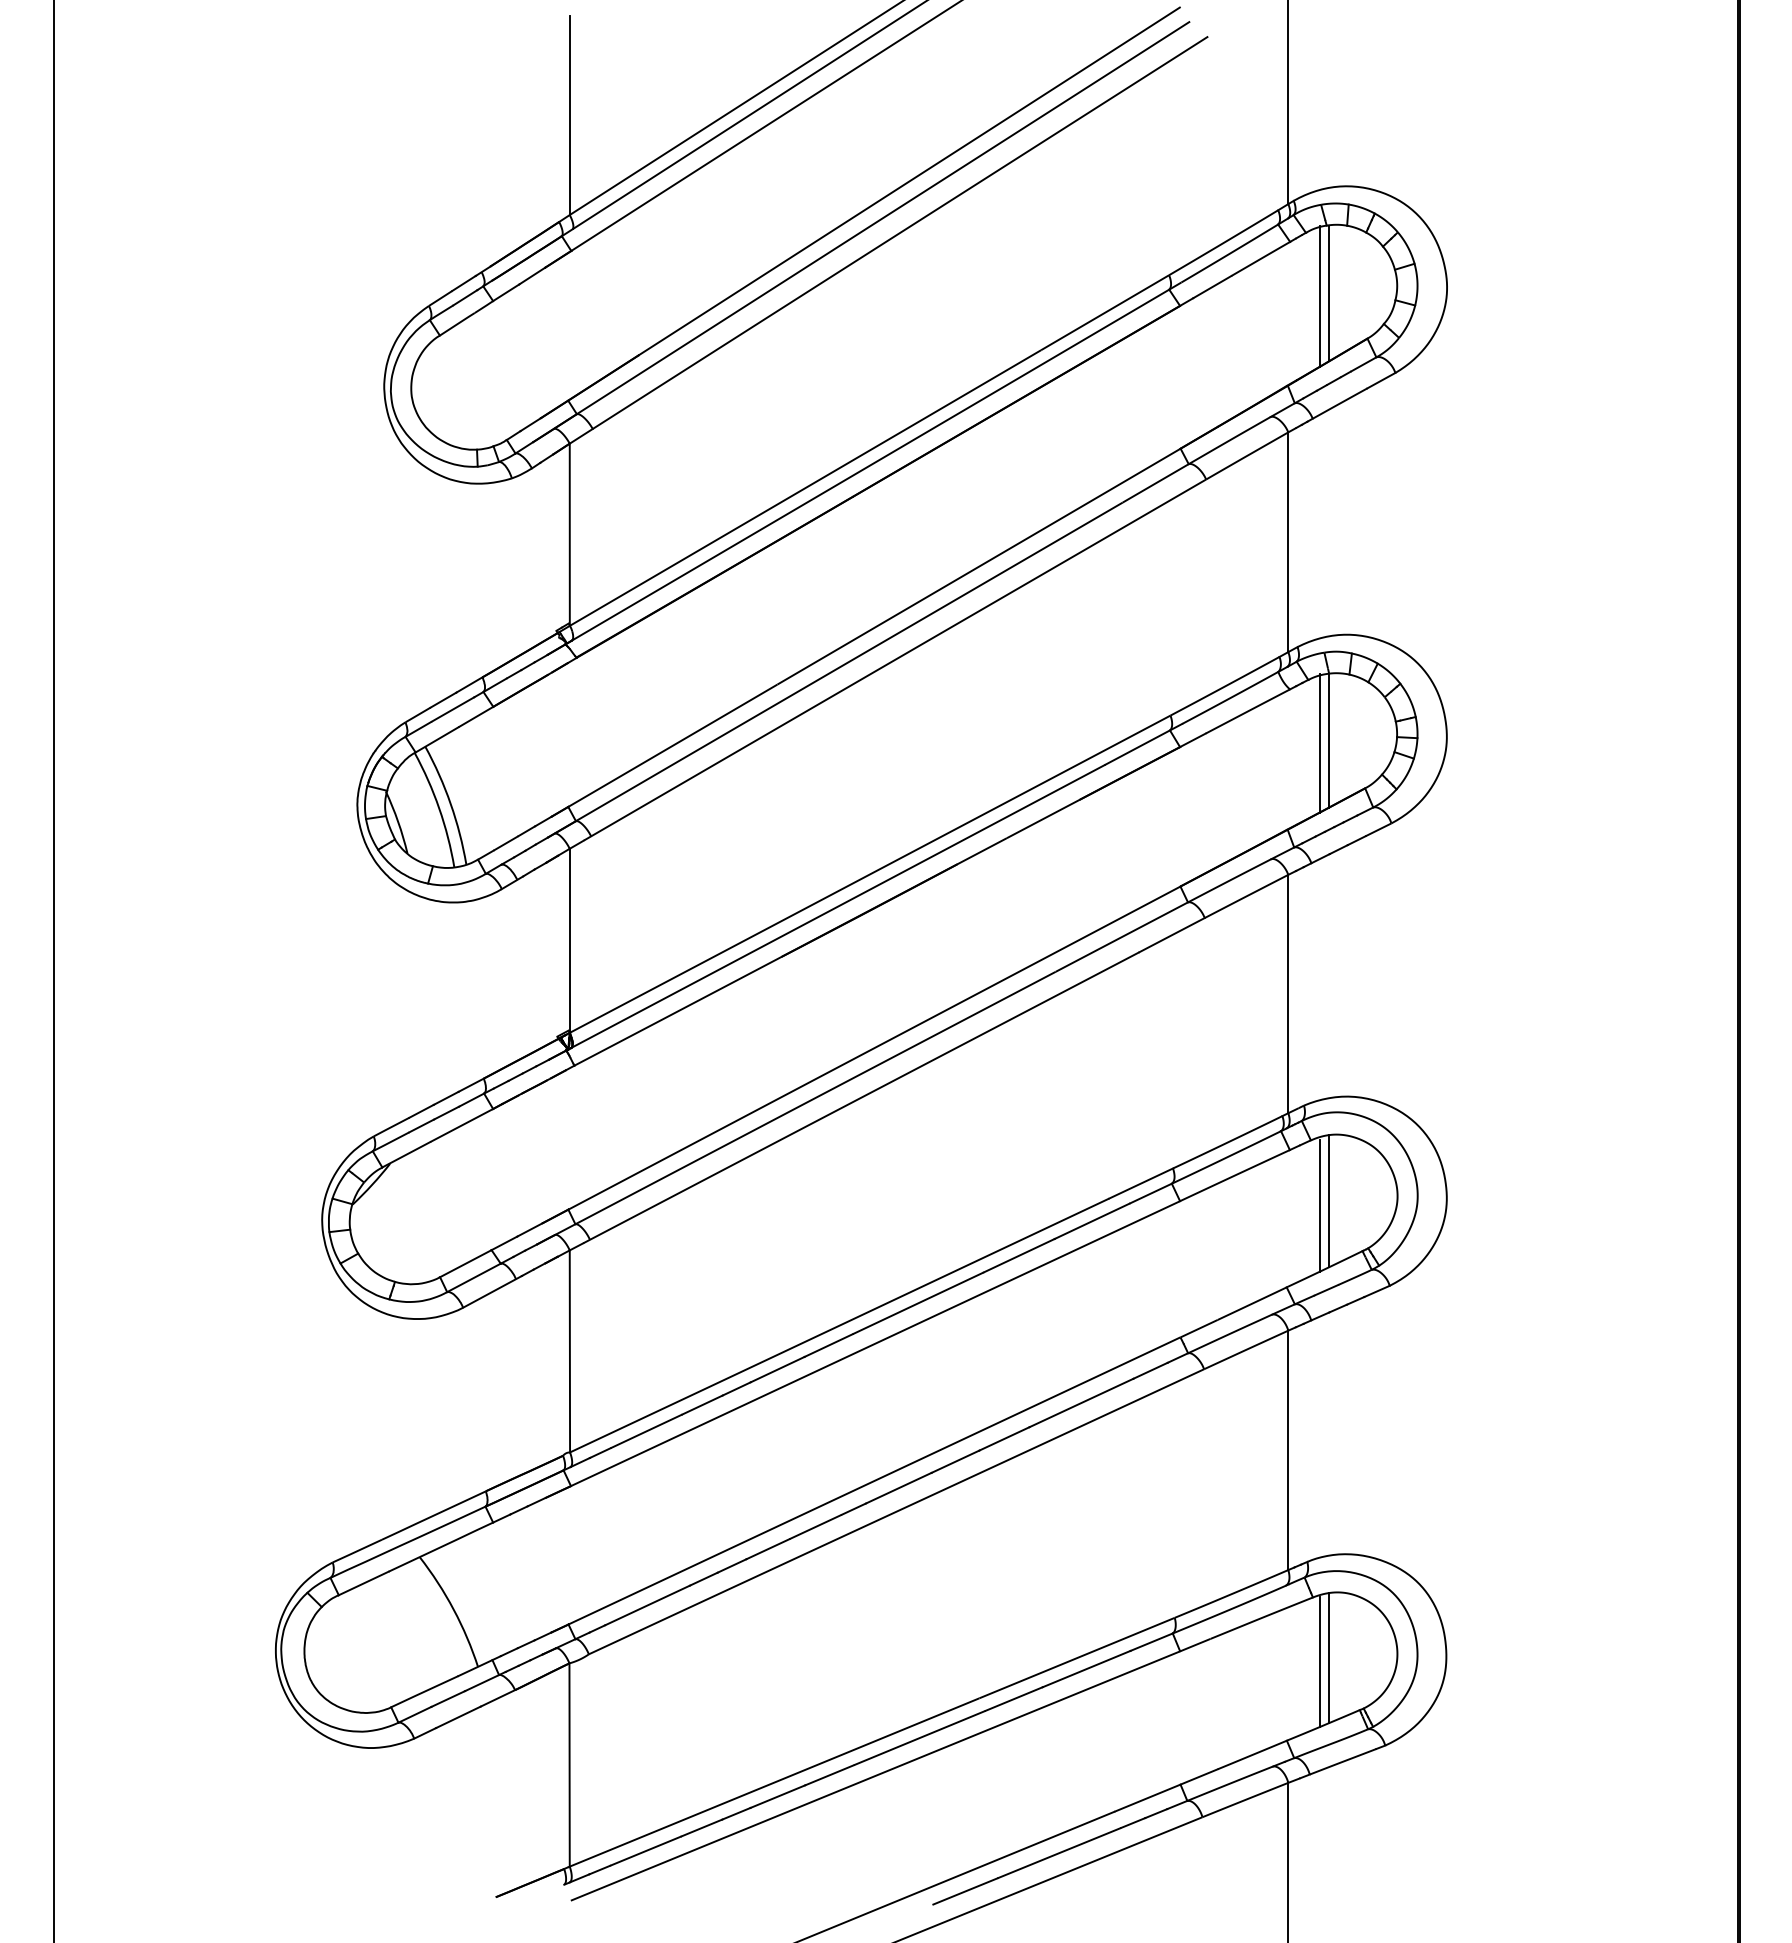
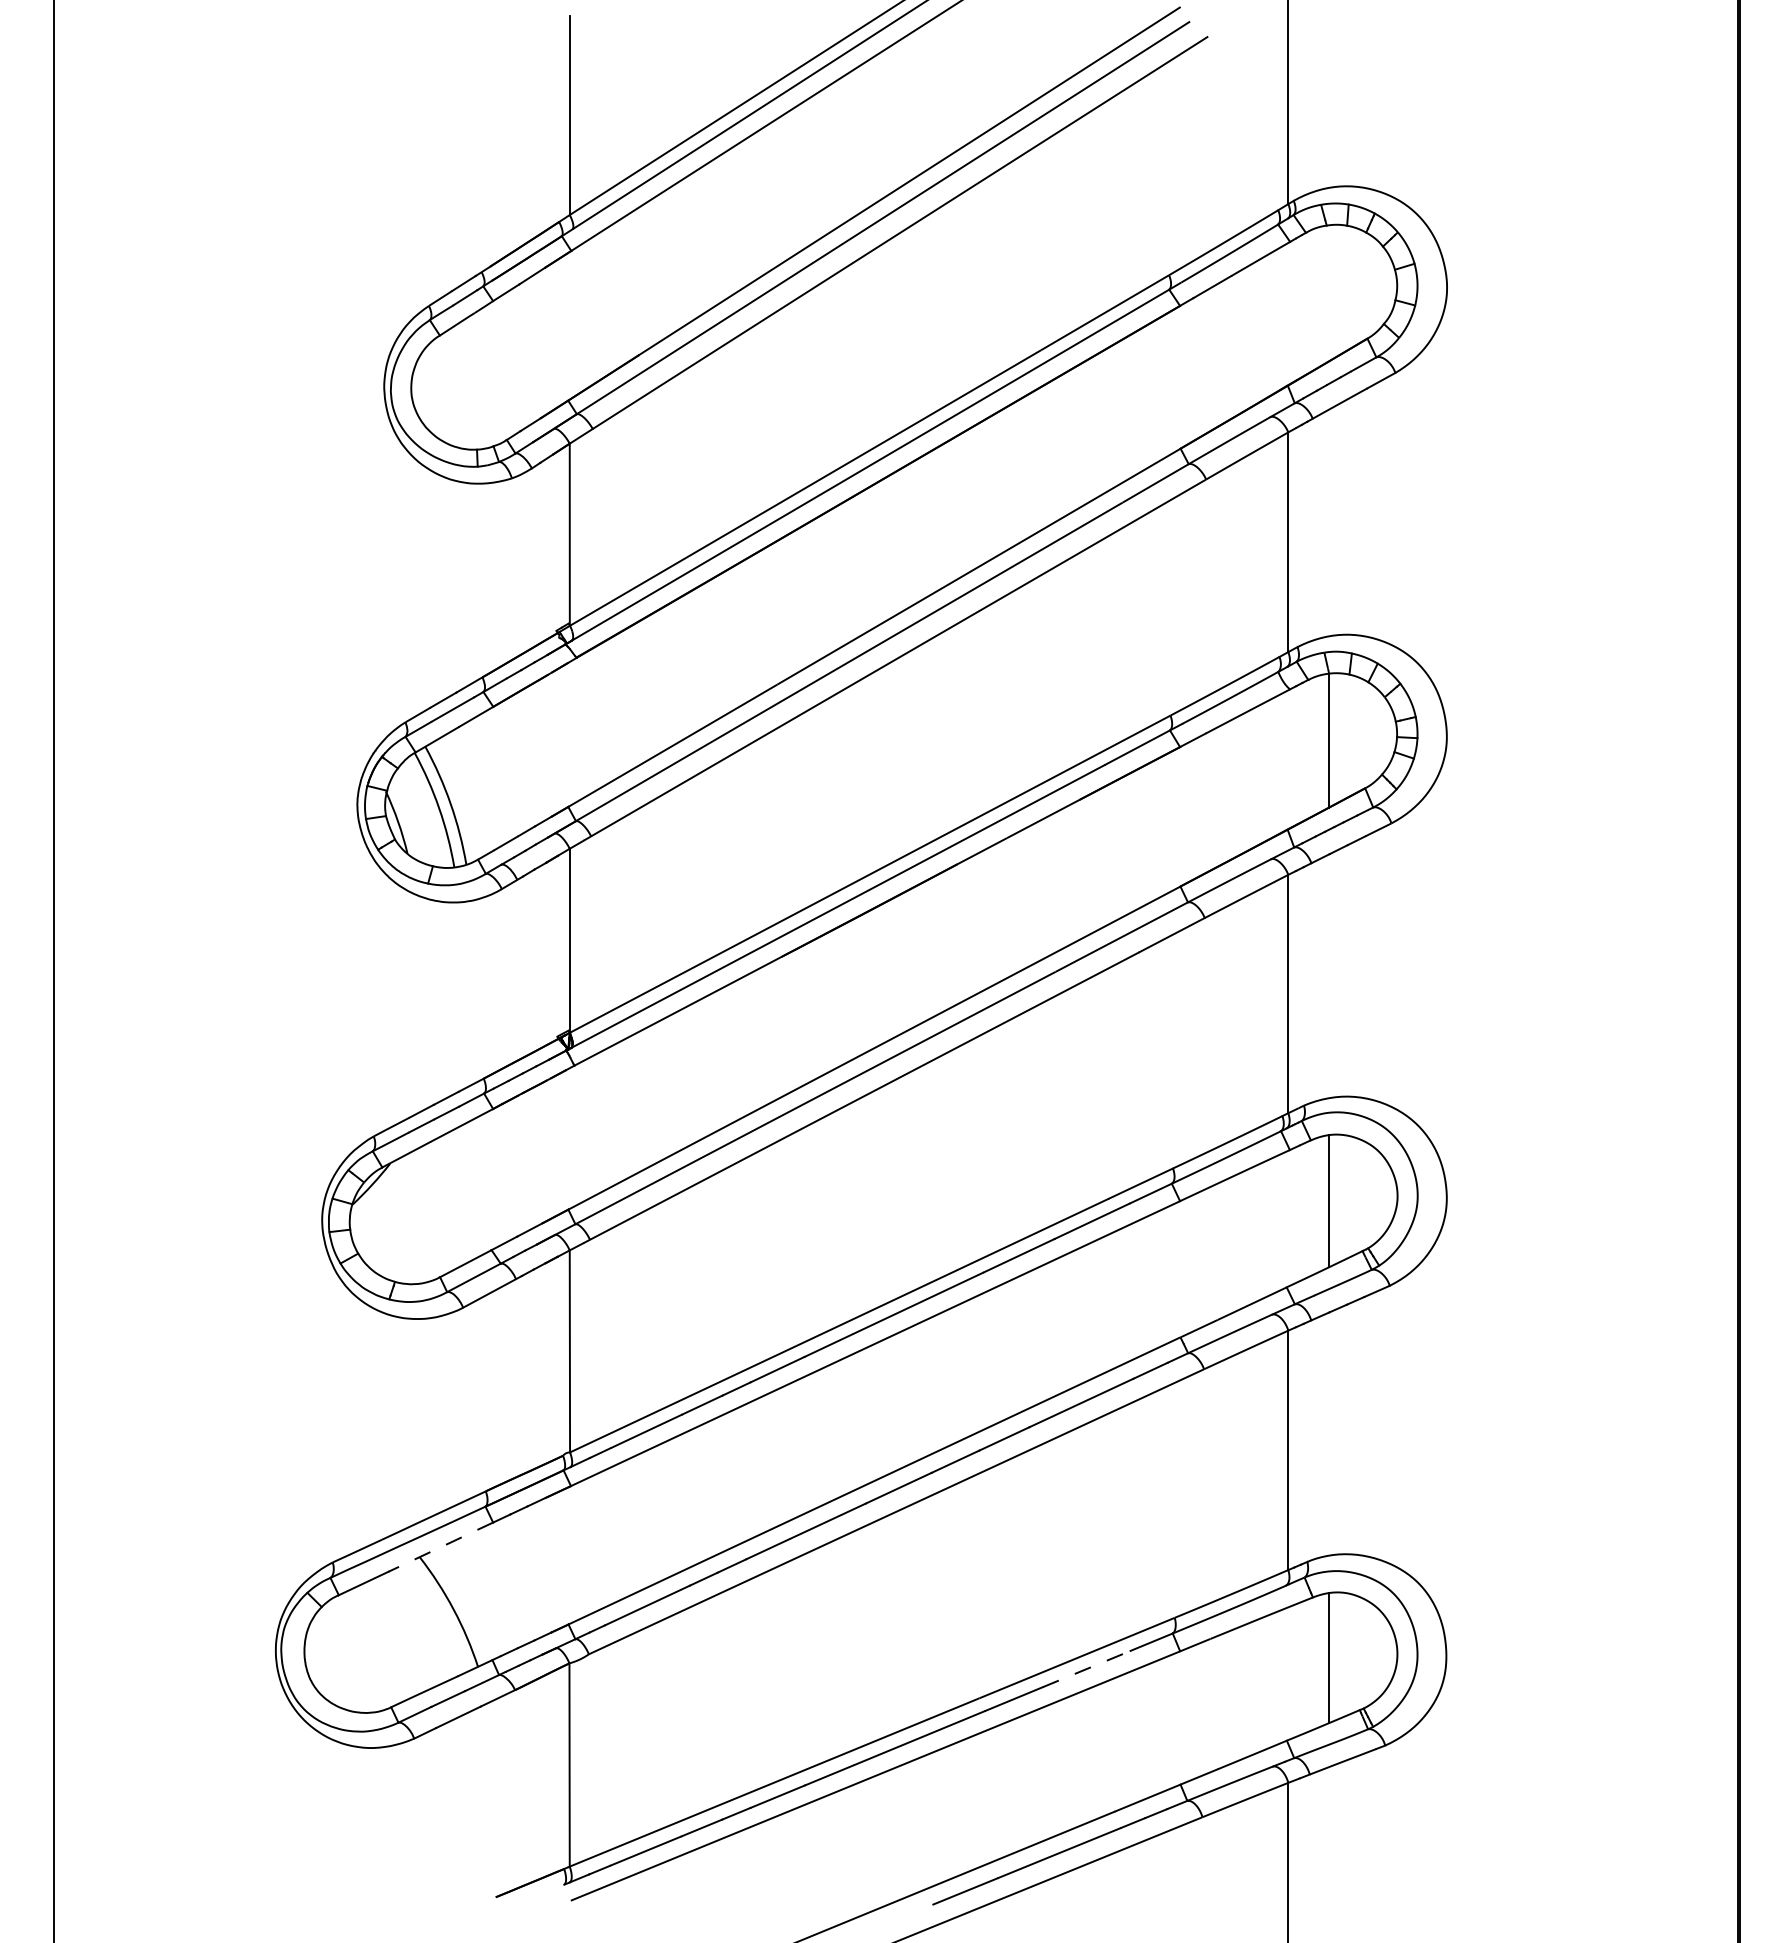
line at (1329, 293): present -> none
line at (1319, 295): present -> none
line at (1319, 742): present -> none
line at (1319, 1205): present -> none
line at (441, 1546): solid -> dashed
line at (1319, 1662): present -> none
line at (1086, 1669): solid -> dashed
